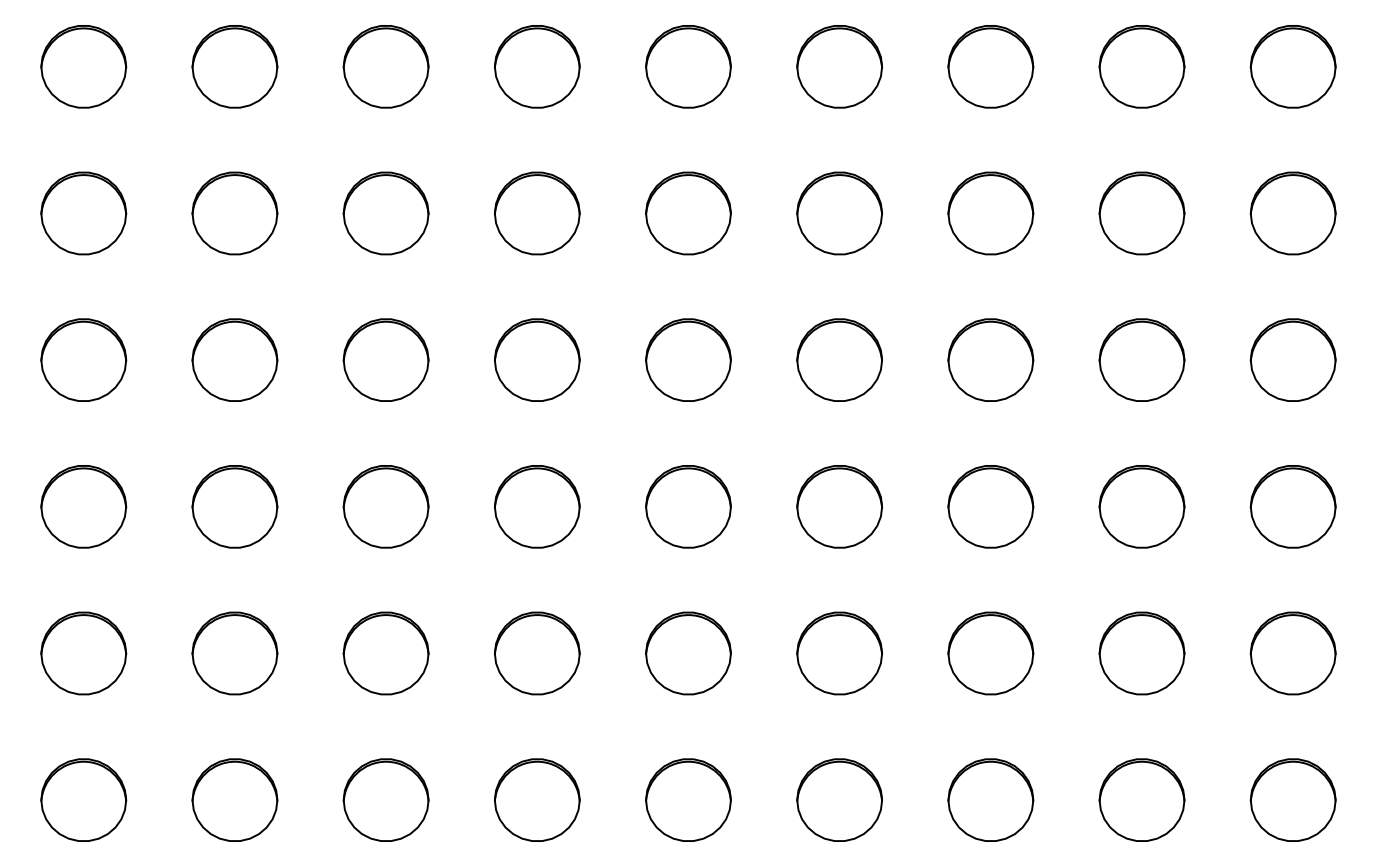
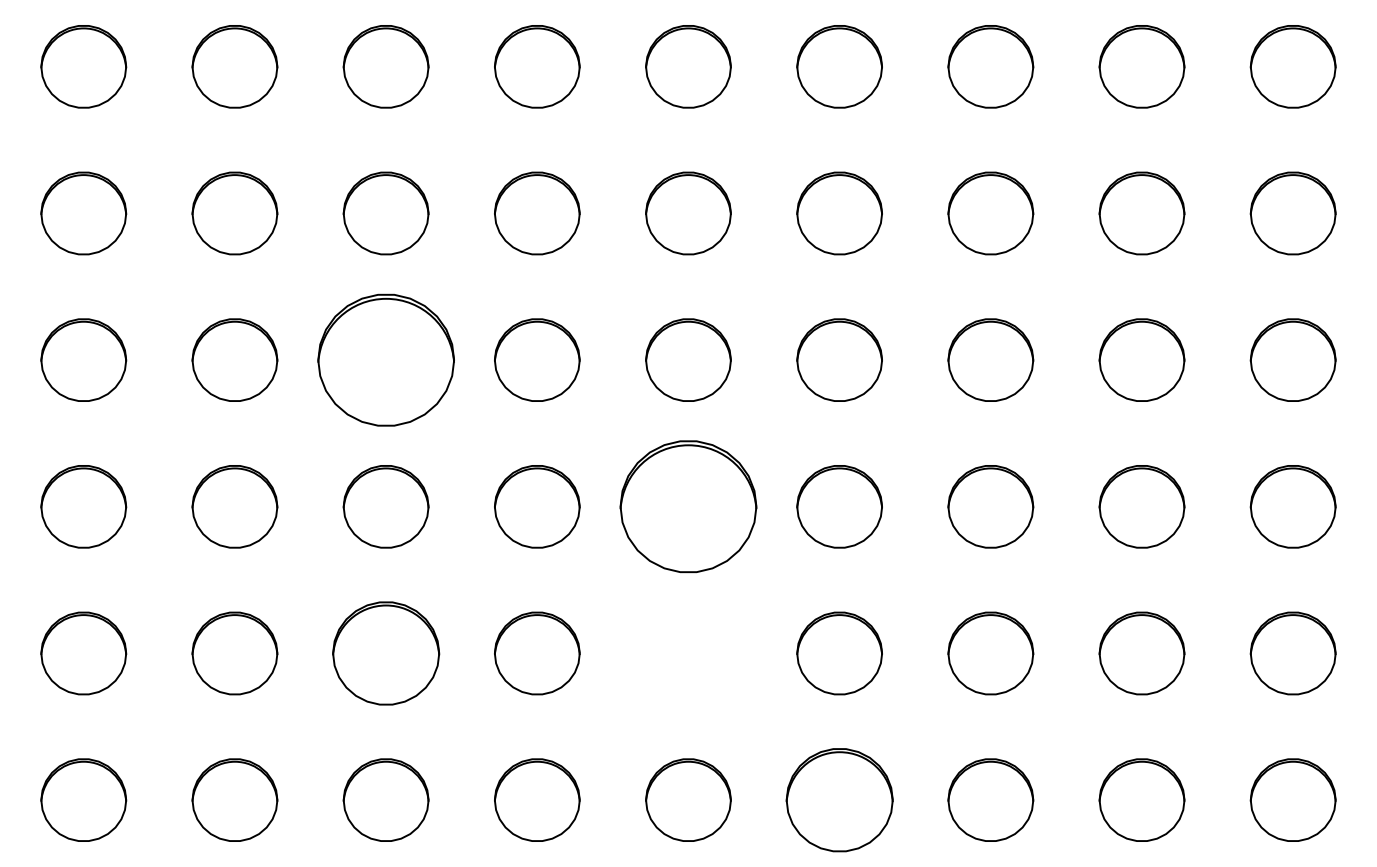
part at (385, 359) size: 88x84 px -> 138x134 px
part at (688, 506) size: 87x84 px -> 139x134 px
part at (385, 653) size: 88x85 px -> 109x105 px
part at (688, 653): present -> none
part at (839, 799) size: 87x84 px -> 109x105 px
